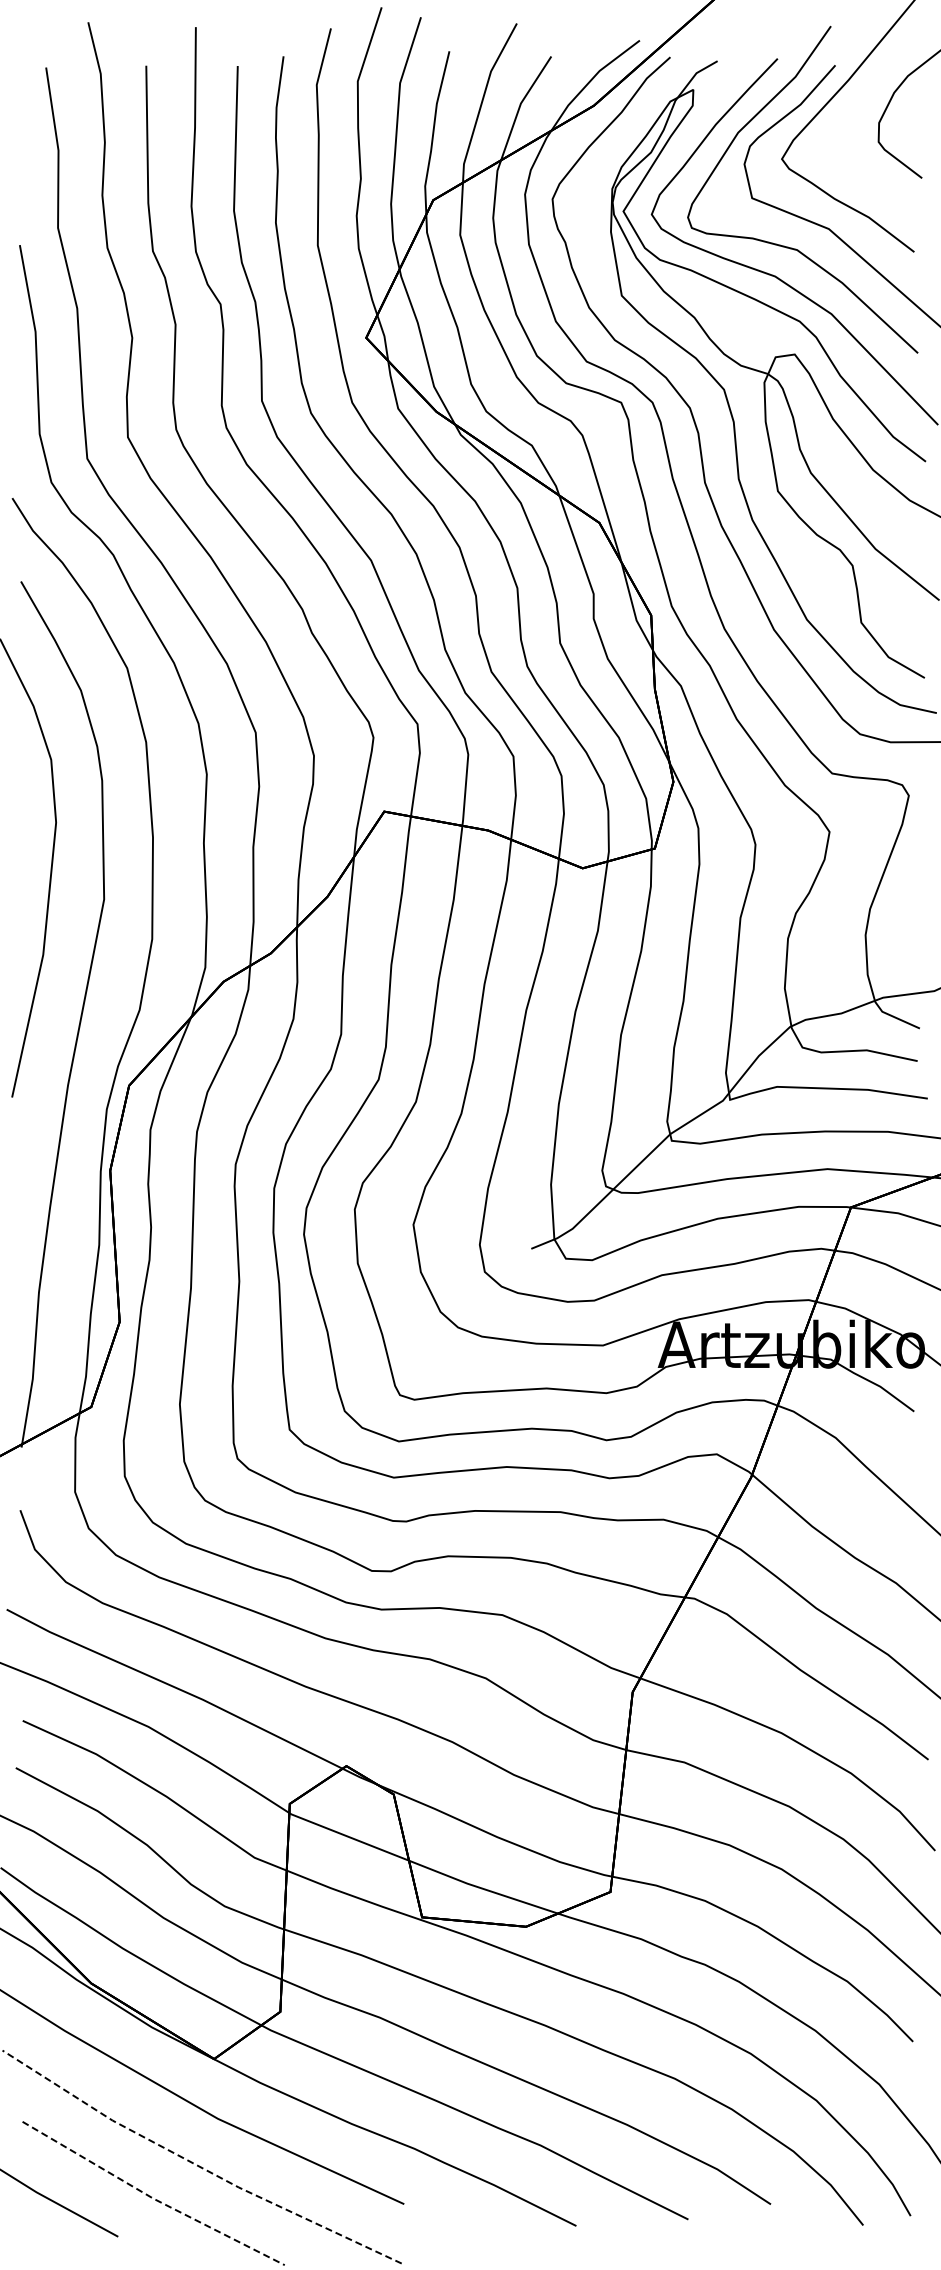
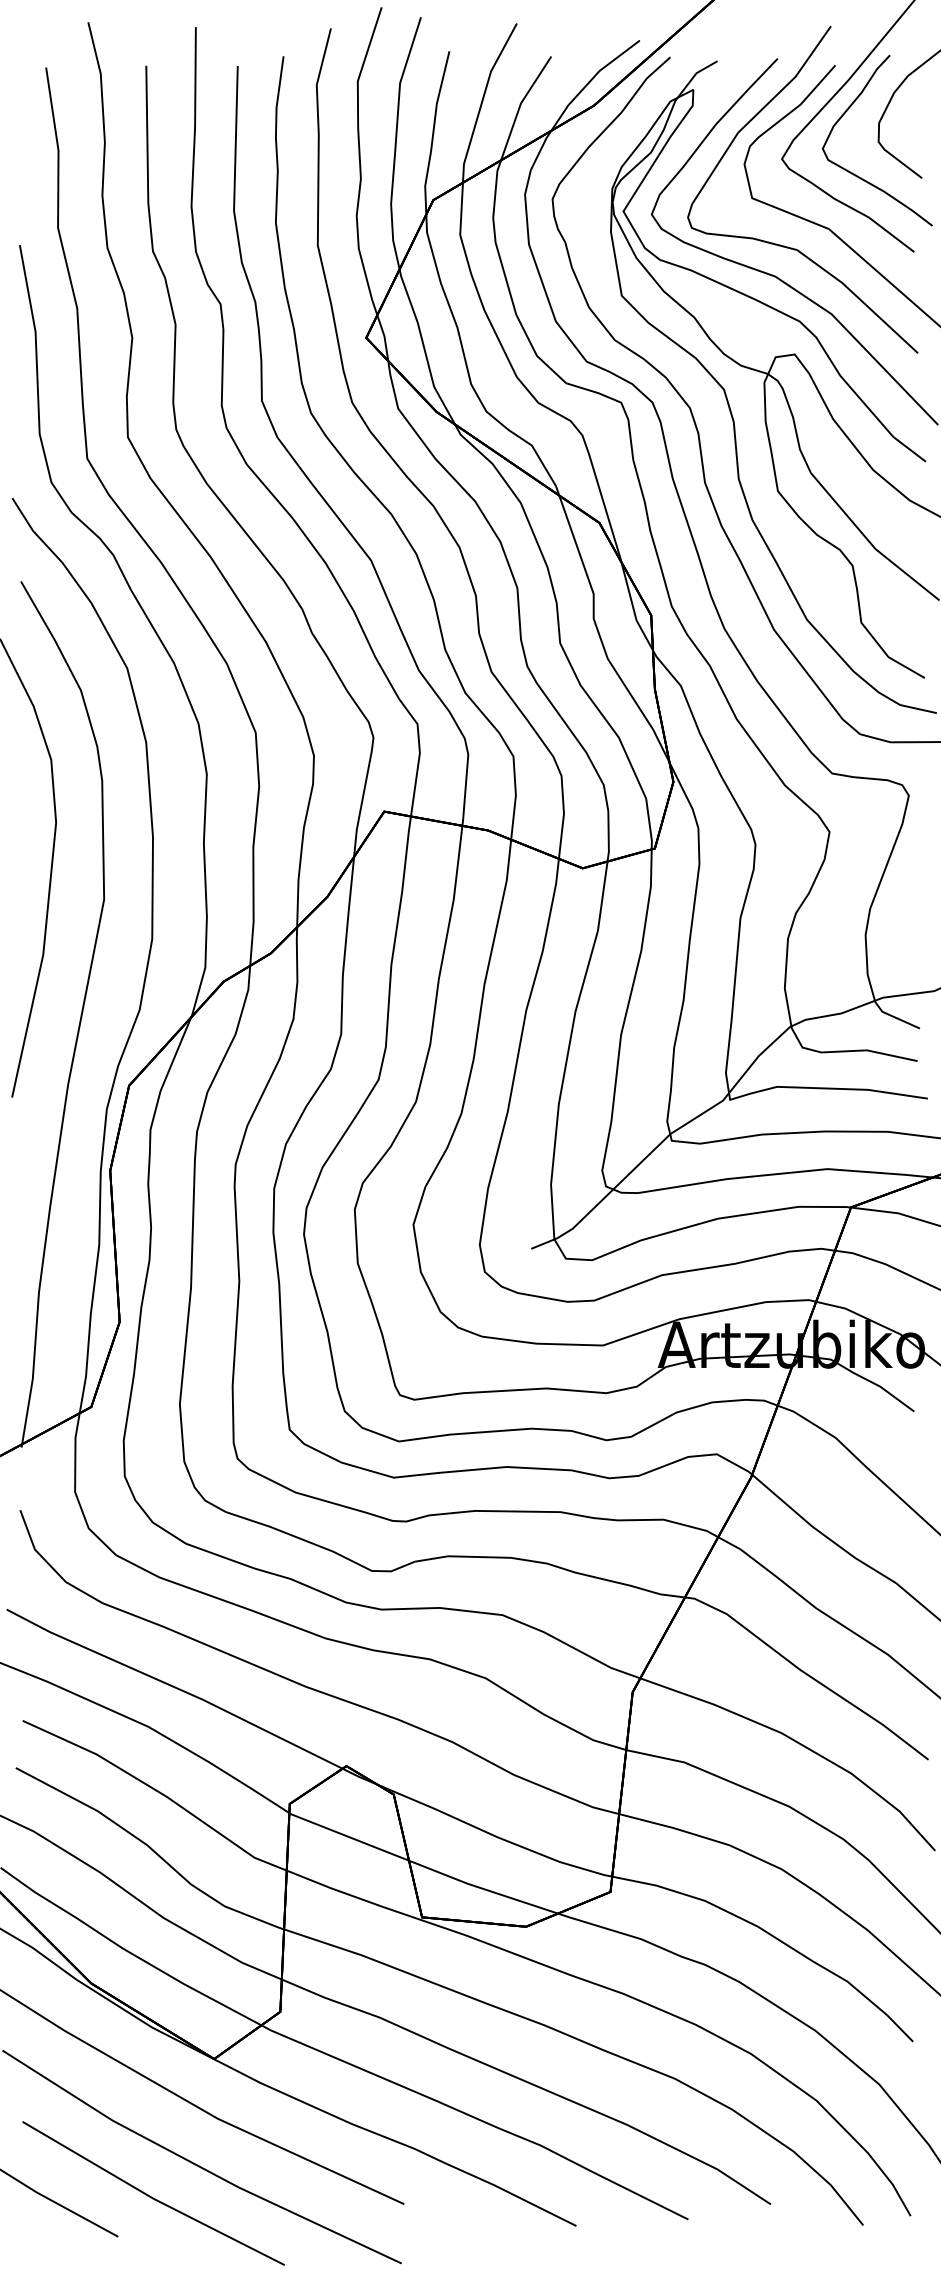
curve at (856, 174): none -> present
line at (197, 2165): dashed -> solid
line at (152, 2198): dashed -> solid
